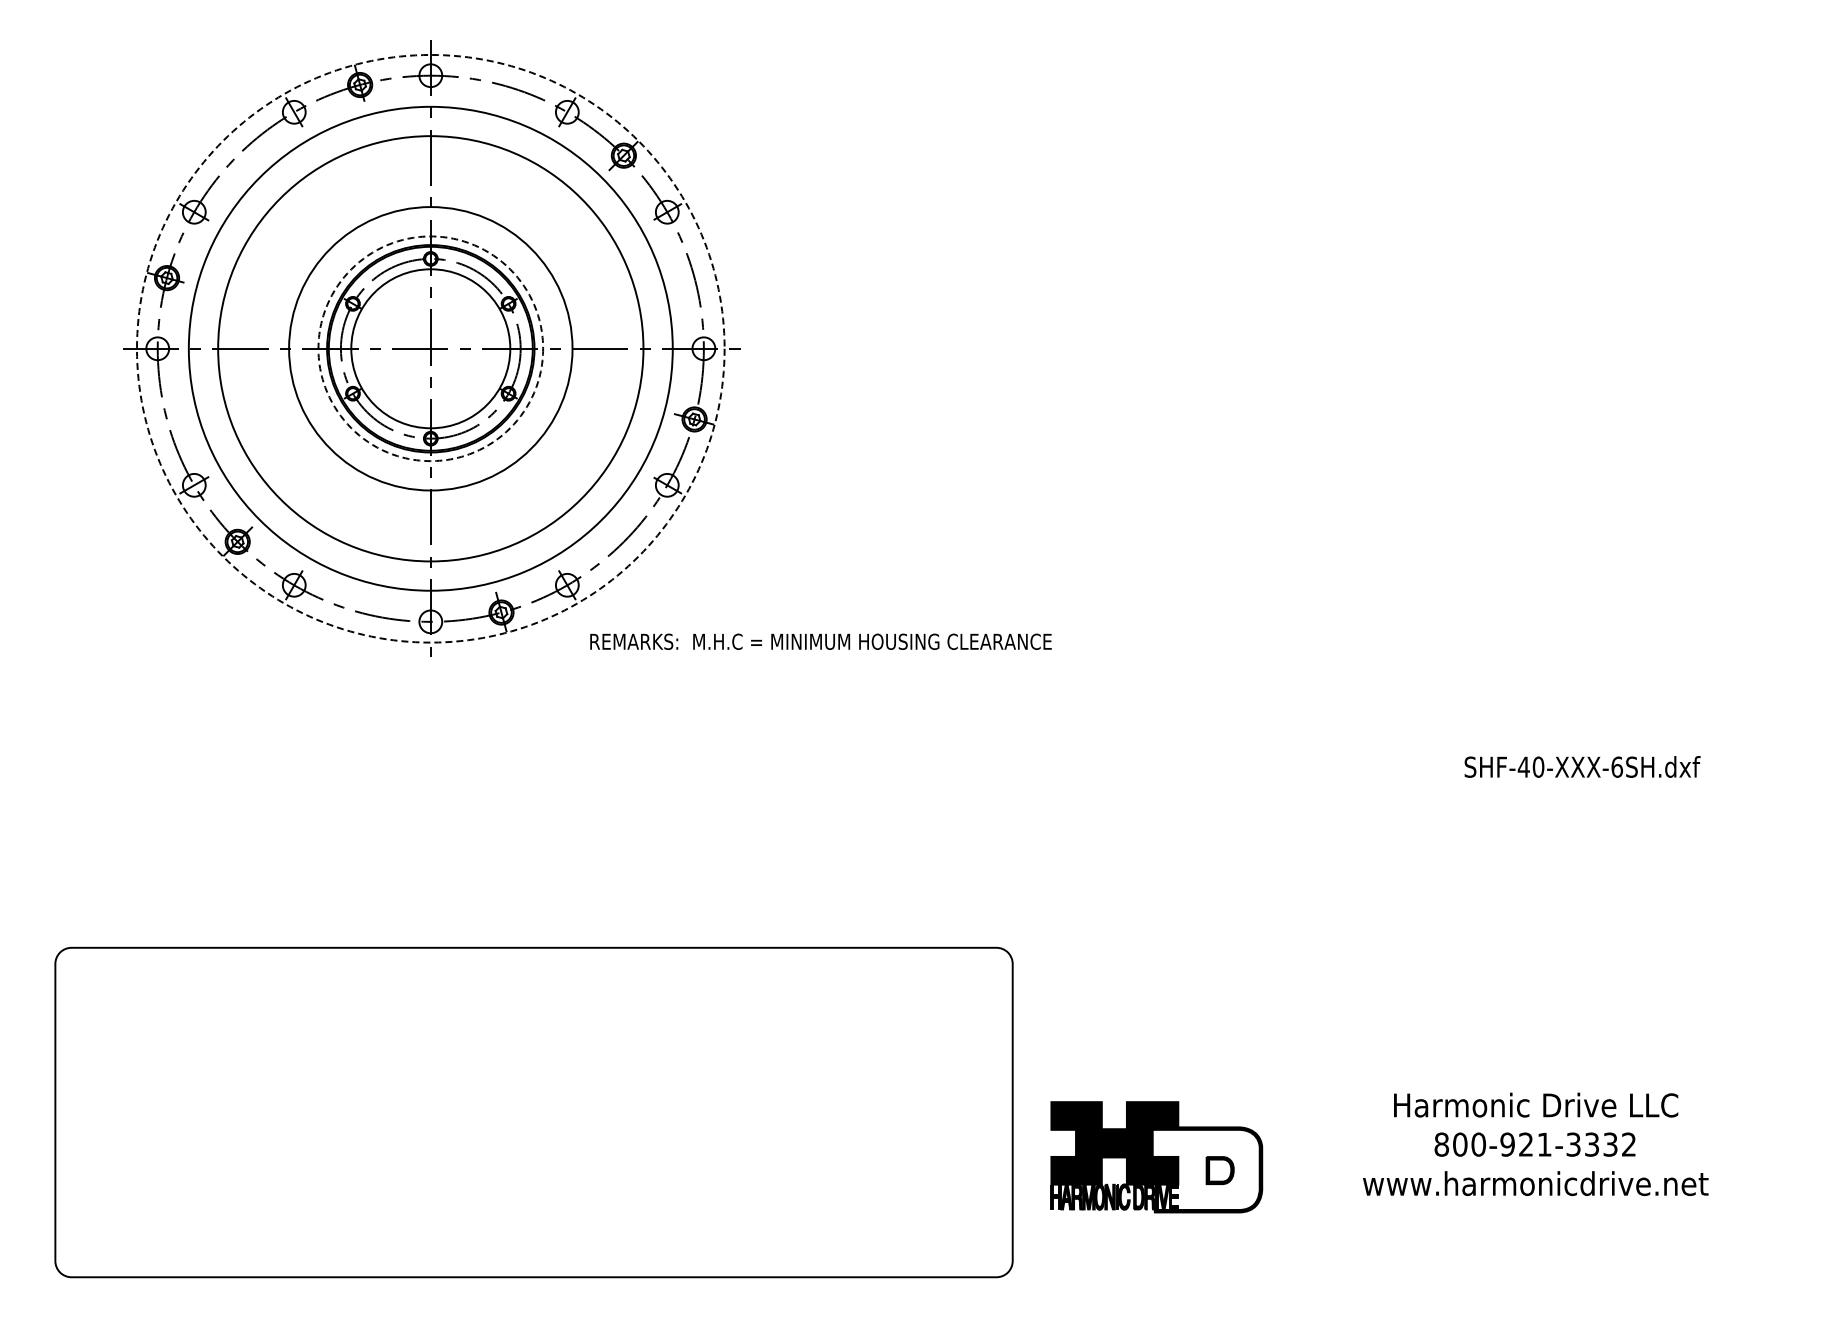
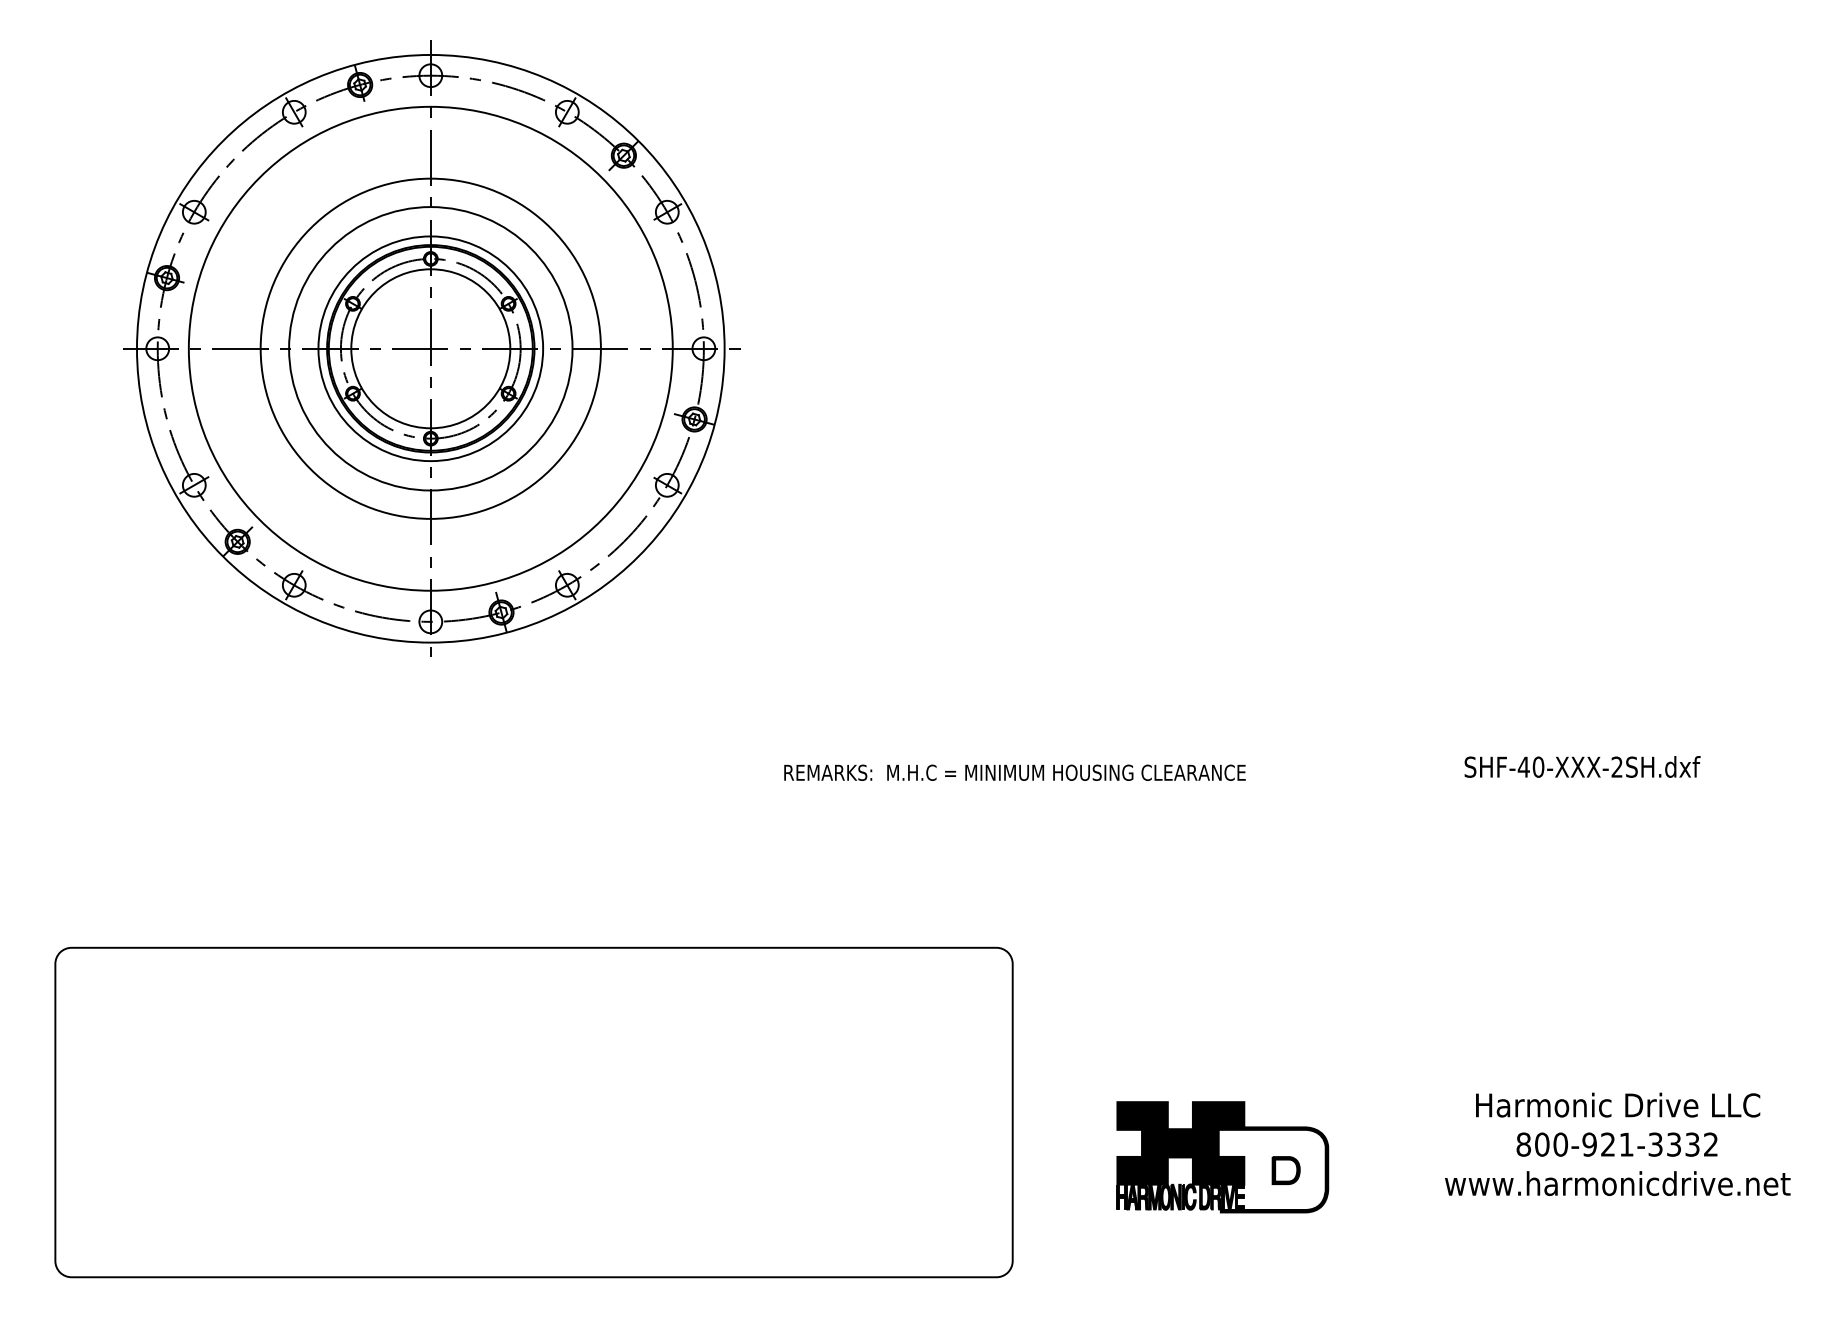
circle at (430, 348) diameter: 425 px -> 340 px
circle at (430, 348): dashed -> solid
circle at (430, 348): dashed -> solid
text at (820, 641) position: (820, 641) -> (1014, 772)
text at (1617, 766): SHF-40-XXX-6SH.dxf -> SHF-40-XXX-2SH.dxf
part at (1535, 1143) position: (1535, 1143) -> (1617, 1143)
part at (1156, 1157) position: (1156, 1157) -> (1222, 1157)
